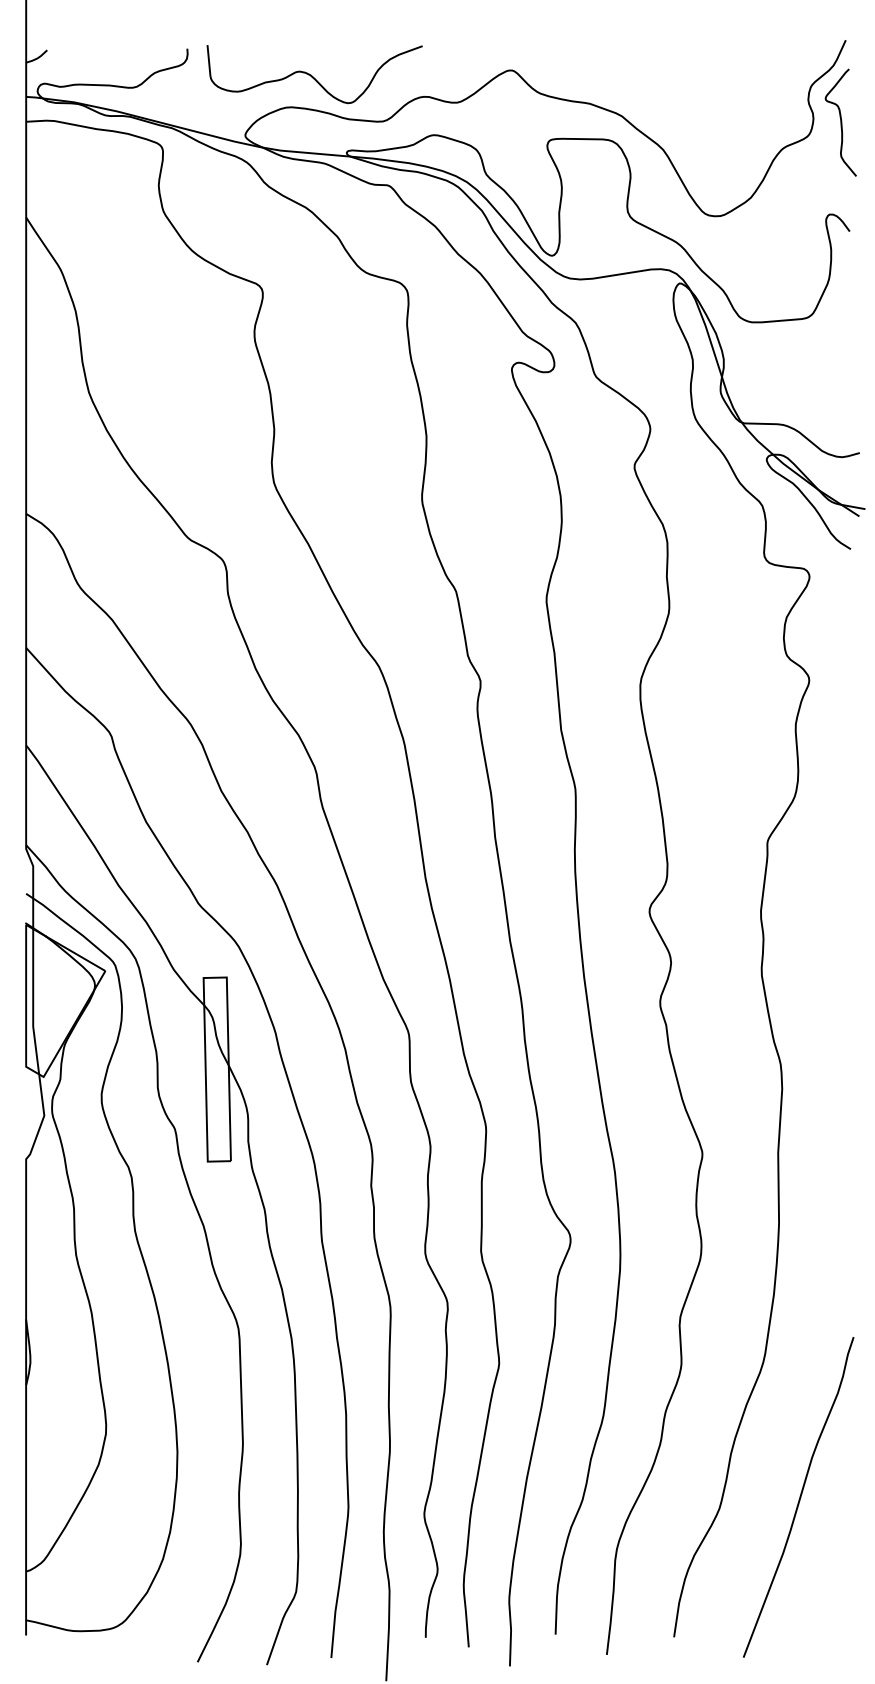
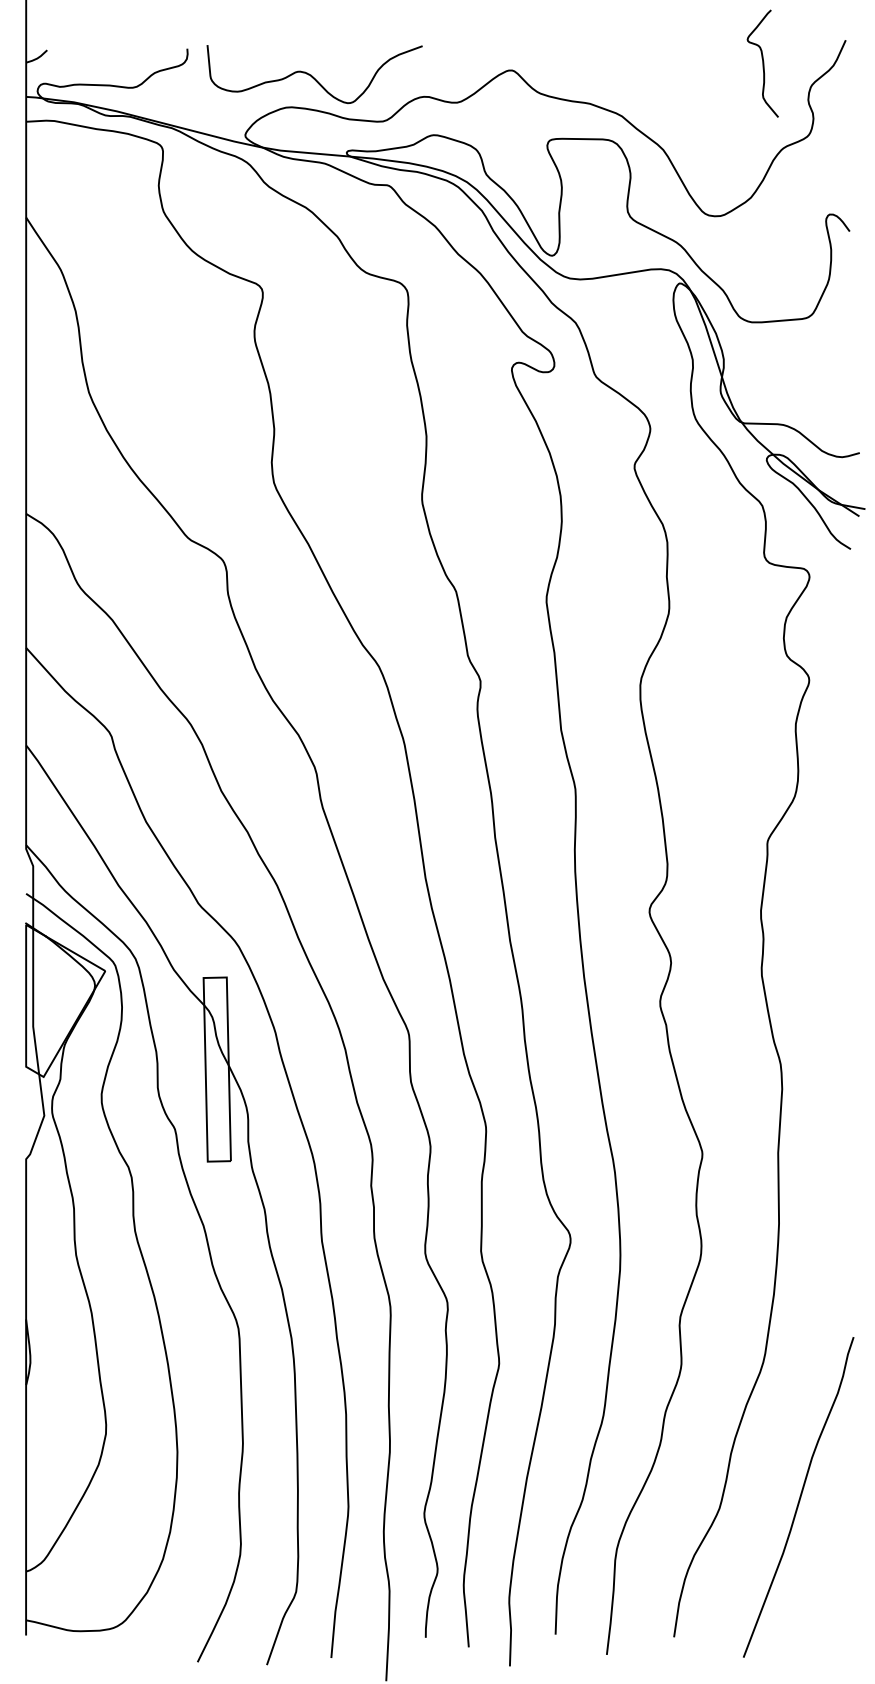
curve at (840, 122) position: (840, 122) -> (762, 63)
